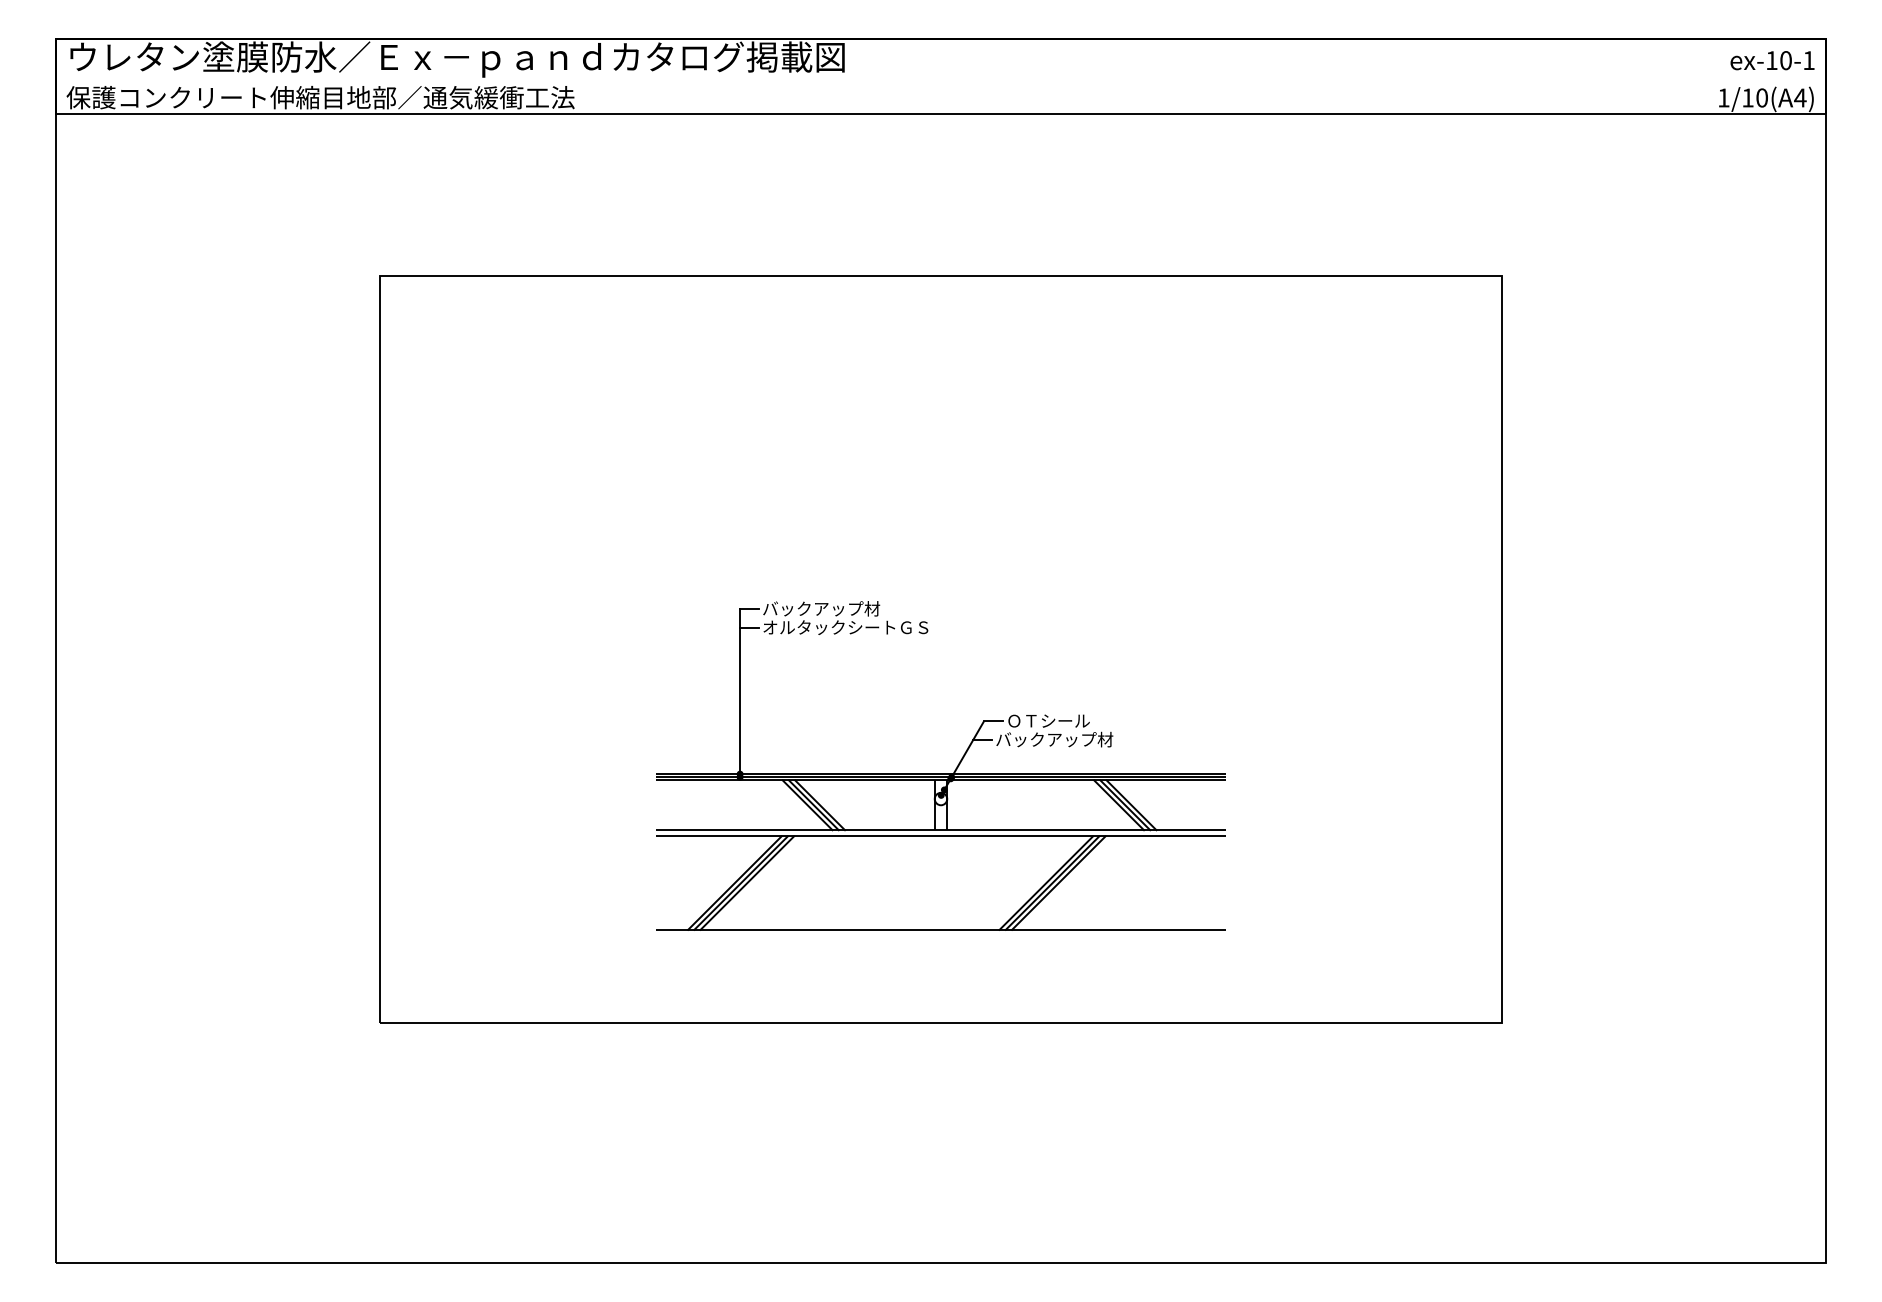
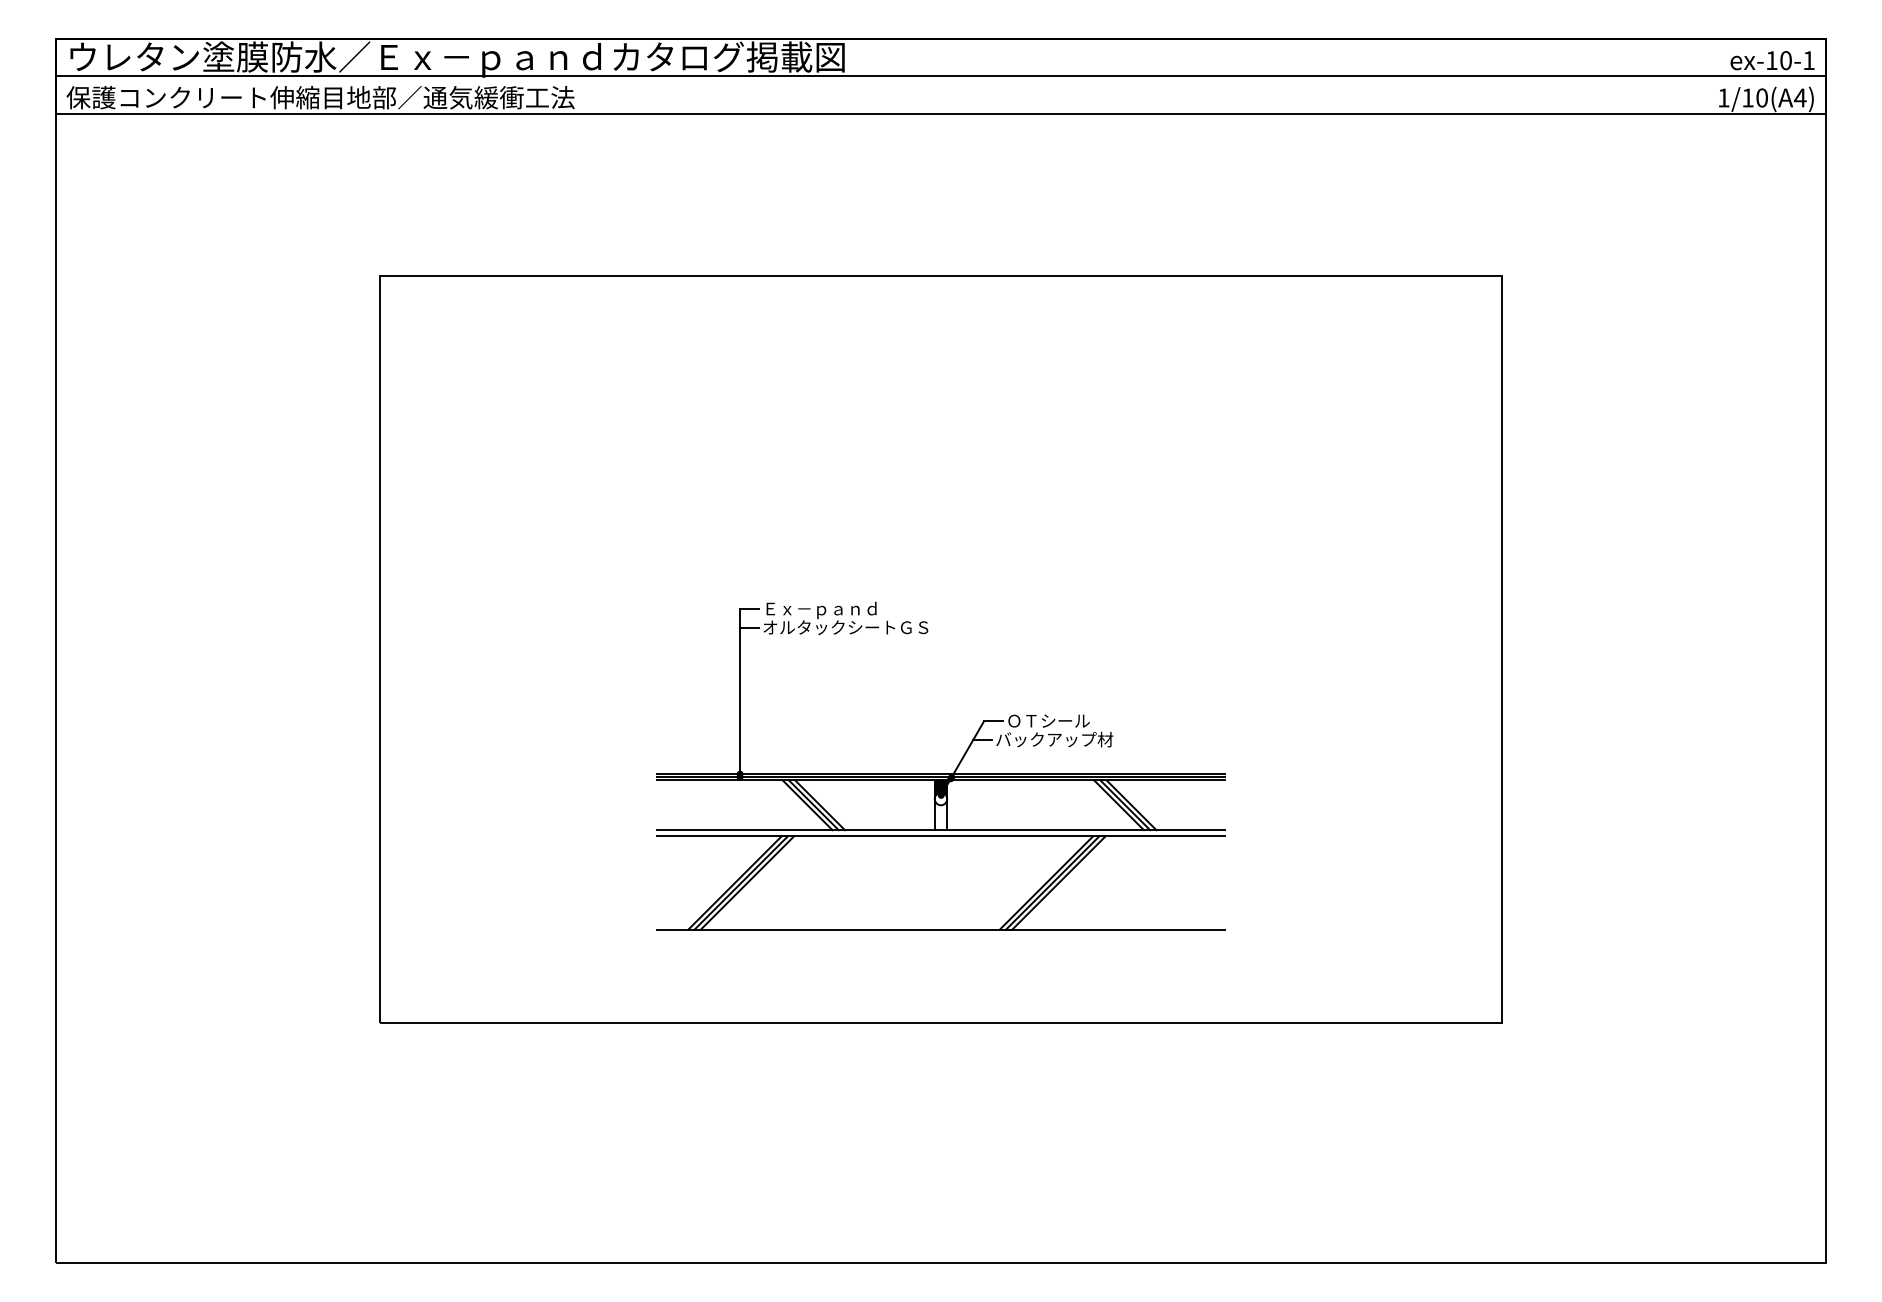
line at (940, 76): none -> present
text at (821, 610): バックアップ材 -> Ｅｘ－ｐａｎｄ
hatch at (940, 789): none -> present
